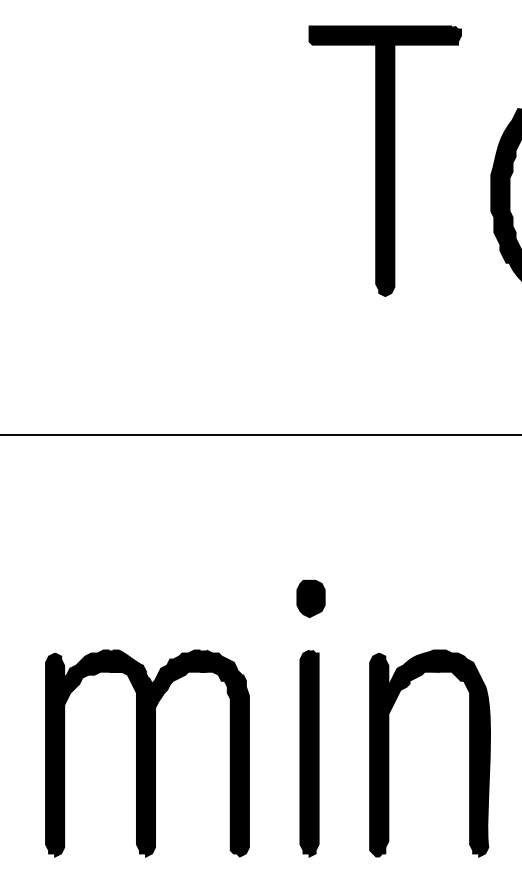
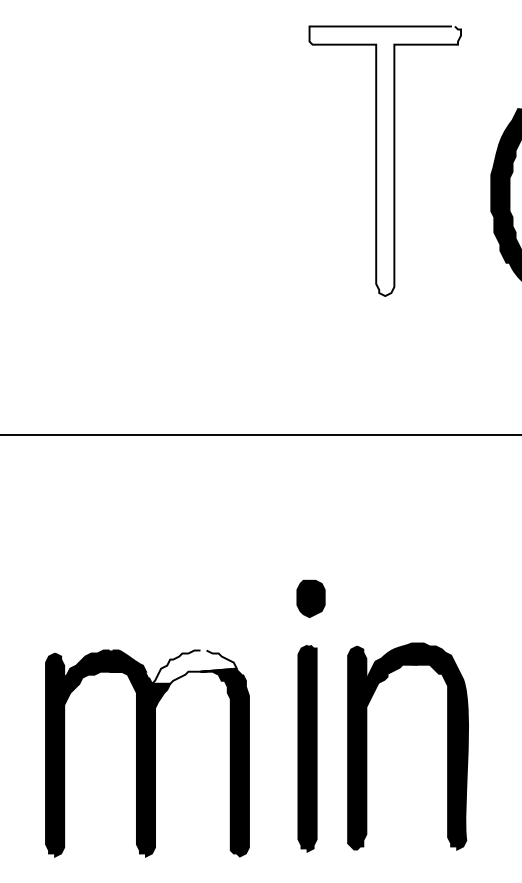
fill at (385, 161): present -> none
fill at (194, 666): present -> none
part at (309, 753) position: (309, 753) -> (307, 748)
part at (389, 753) position: (389, 753) -> (367, 746)
